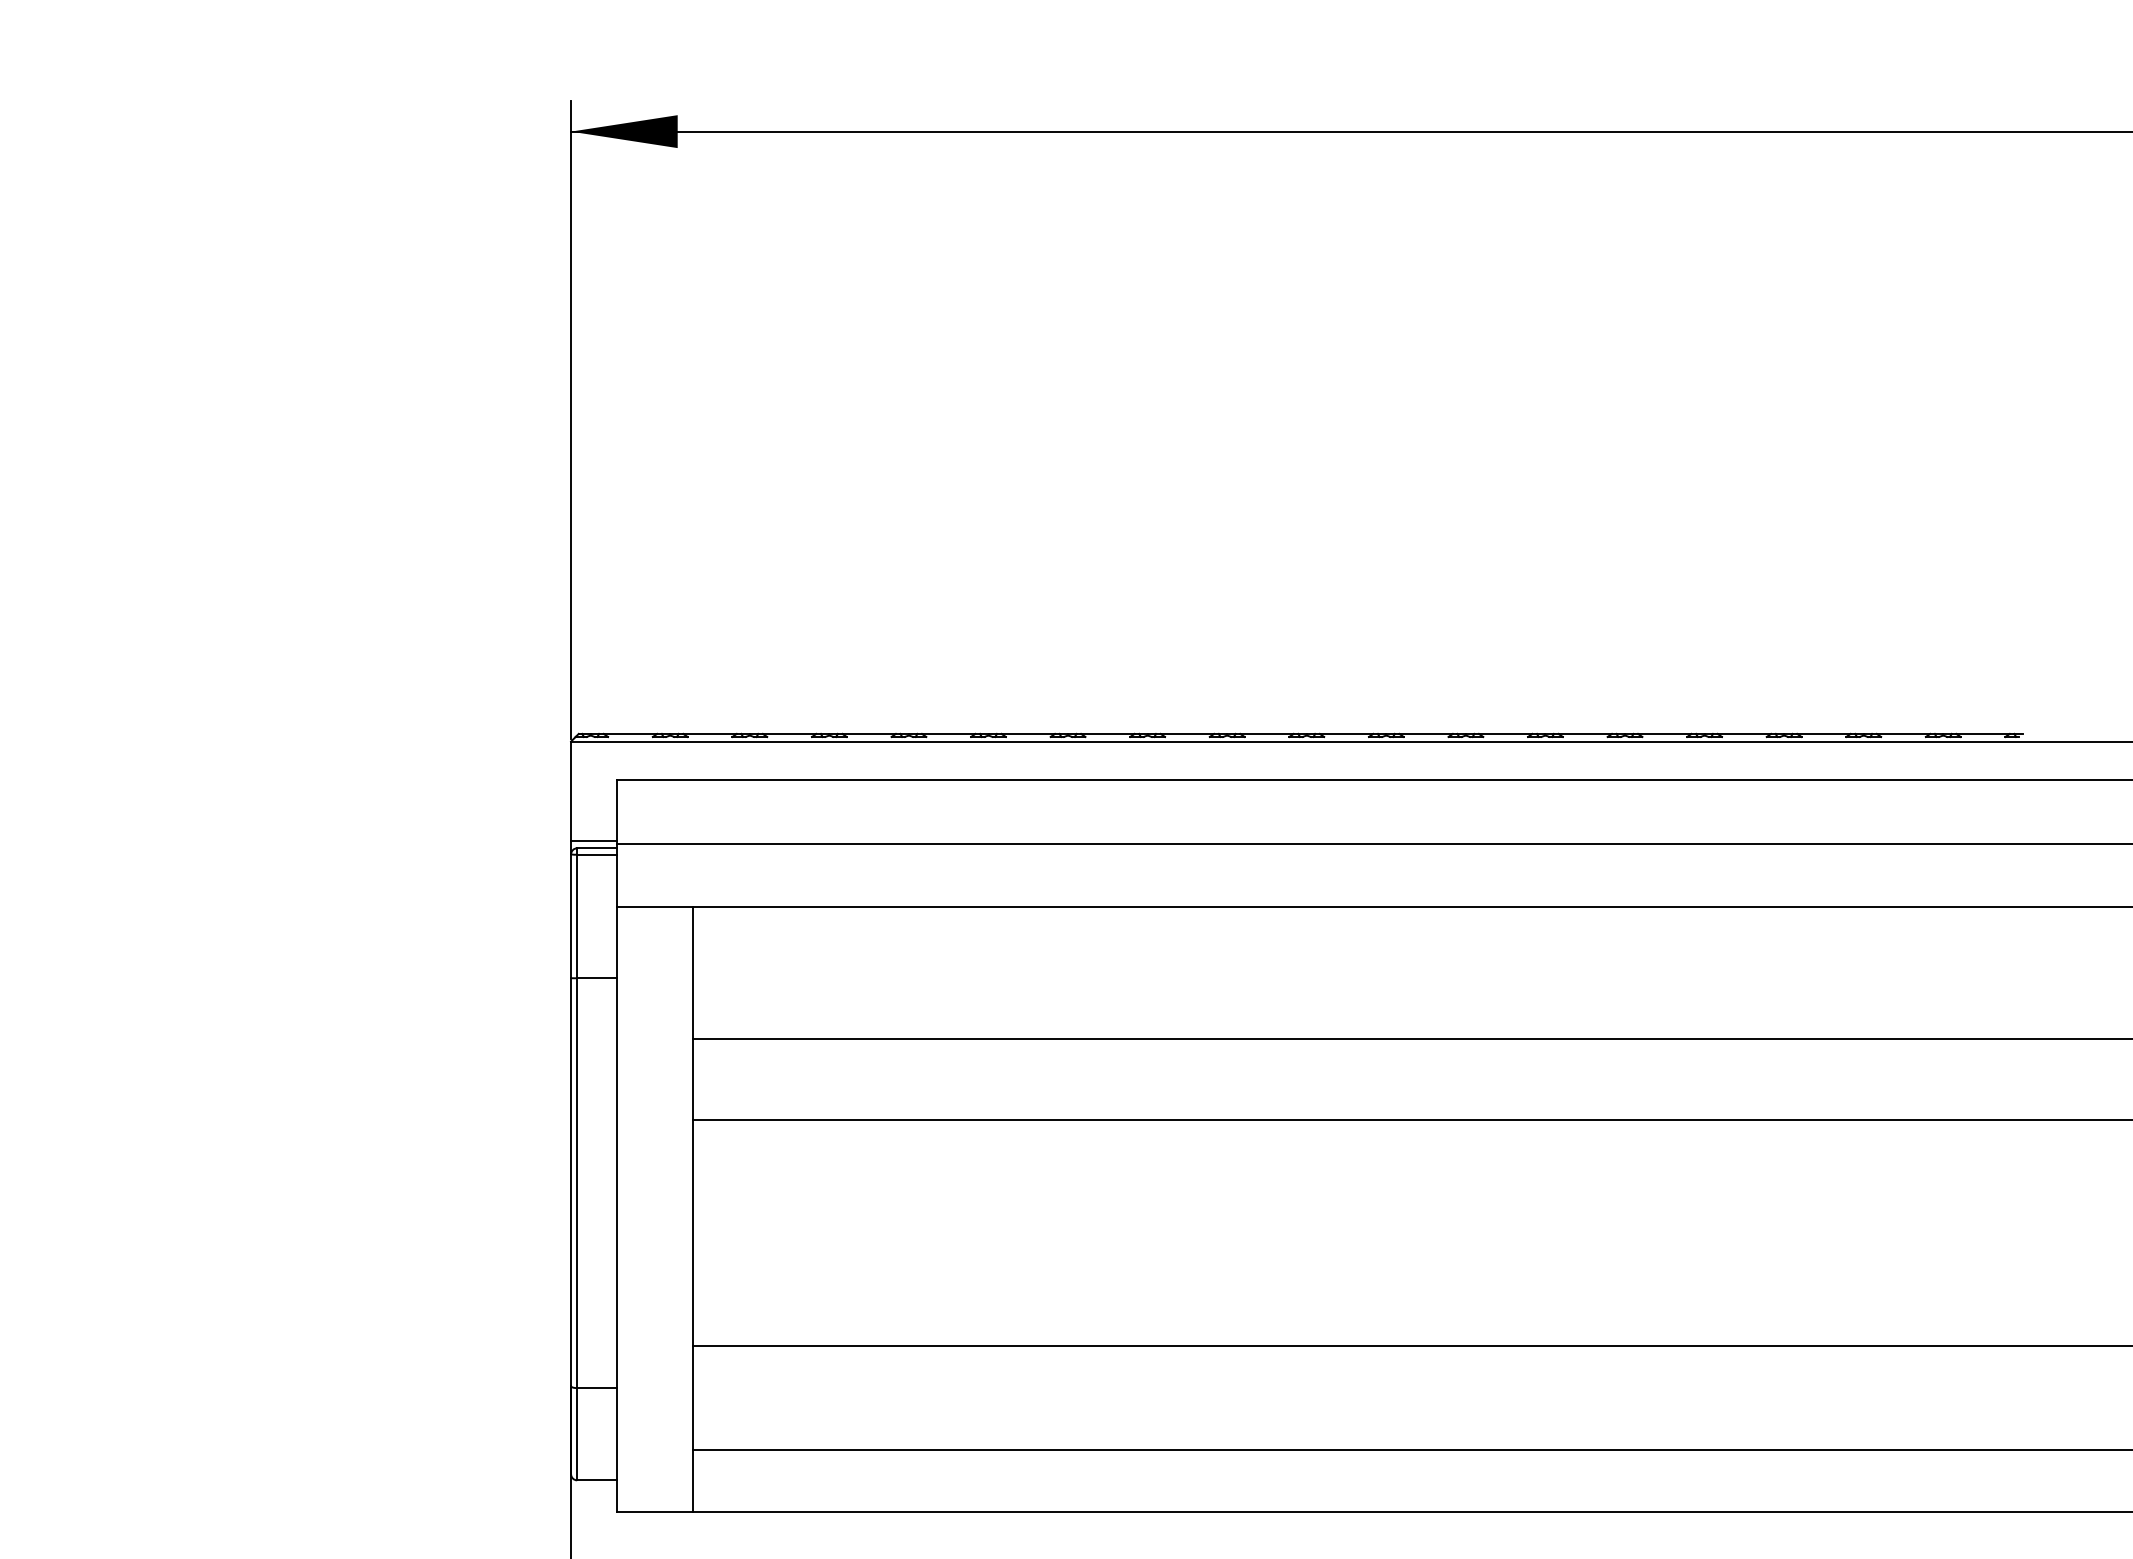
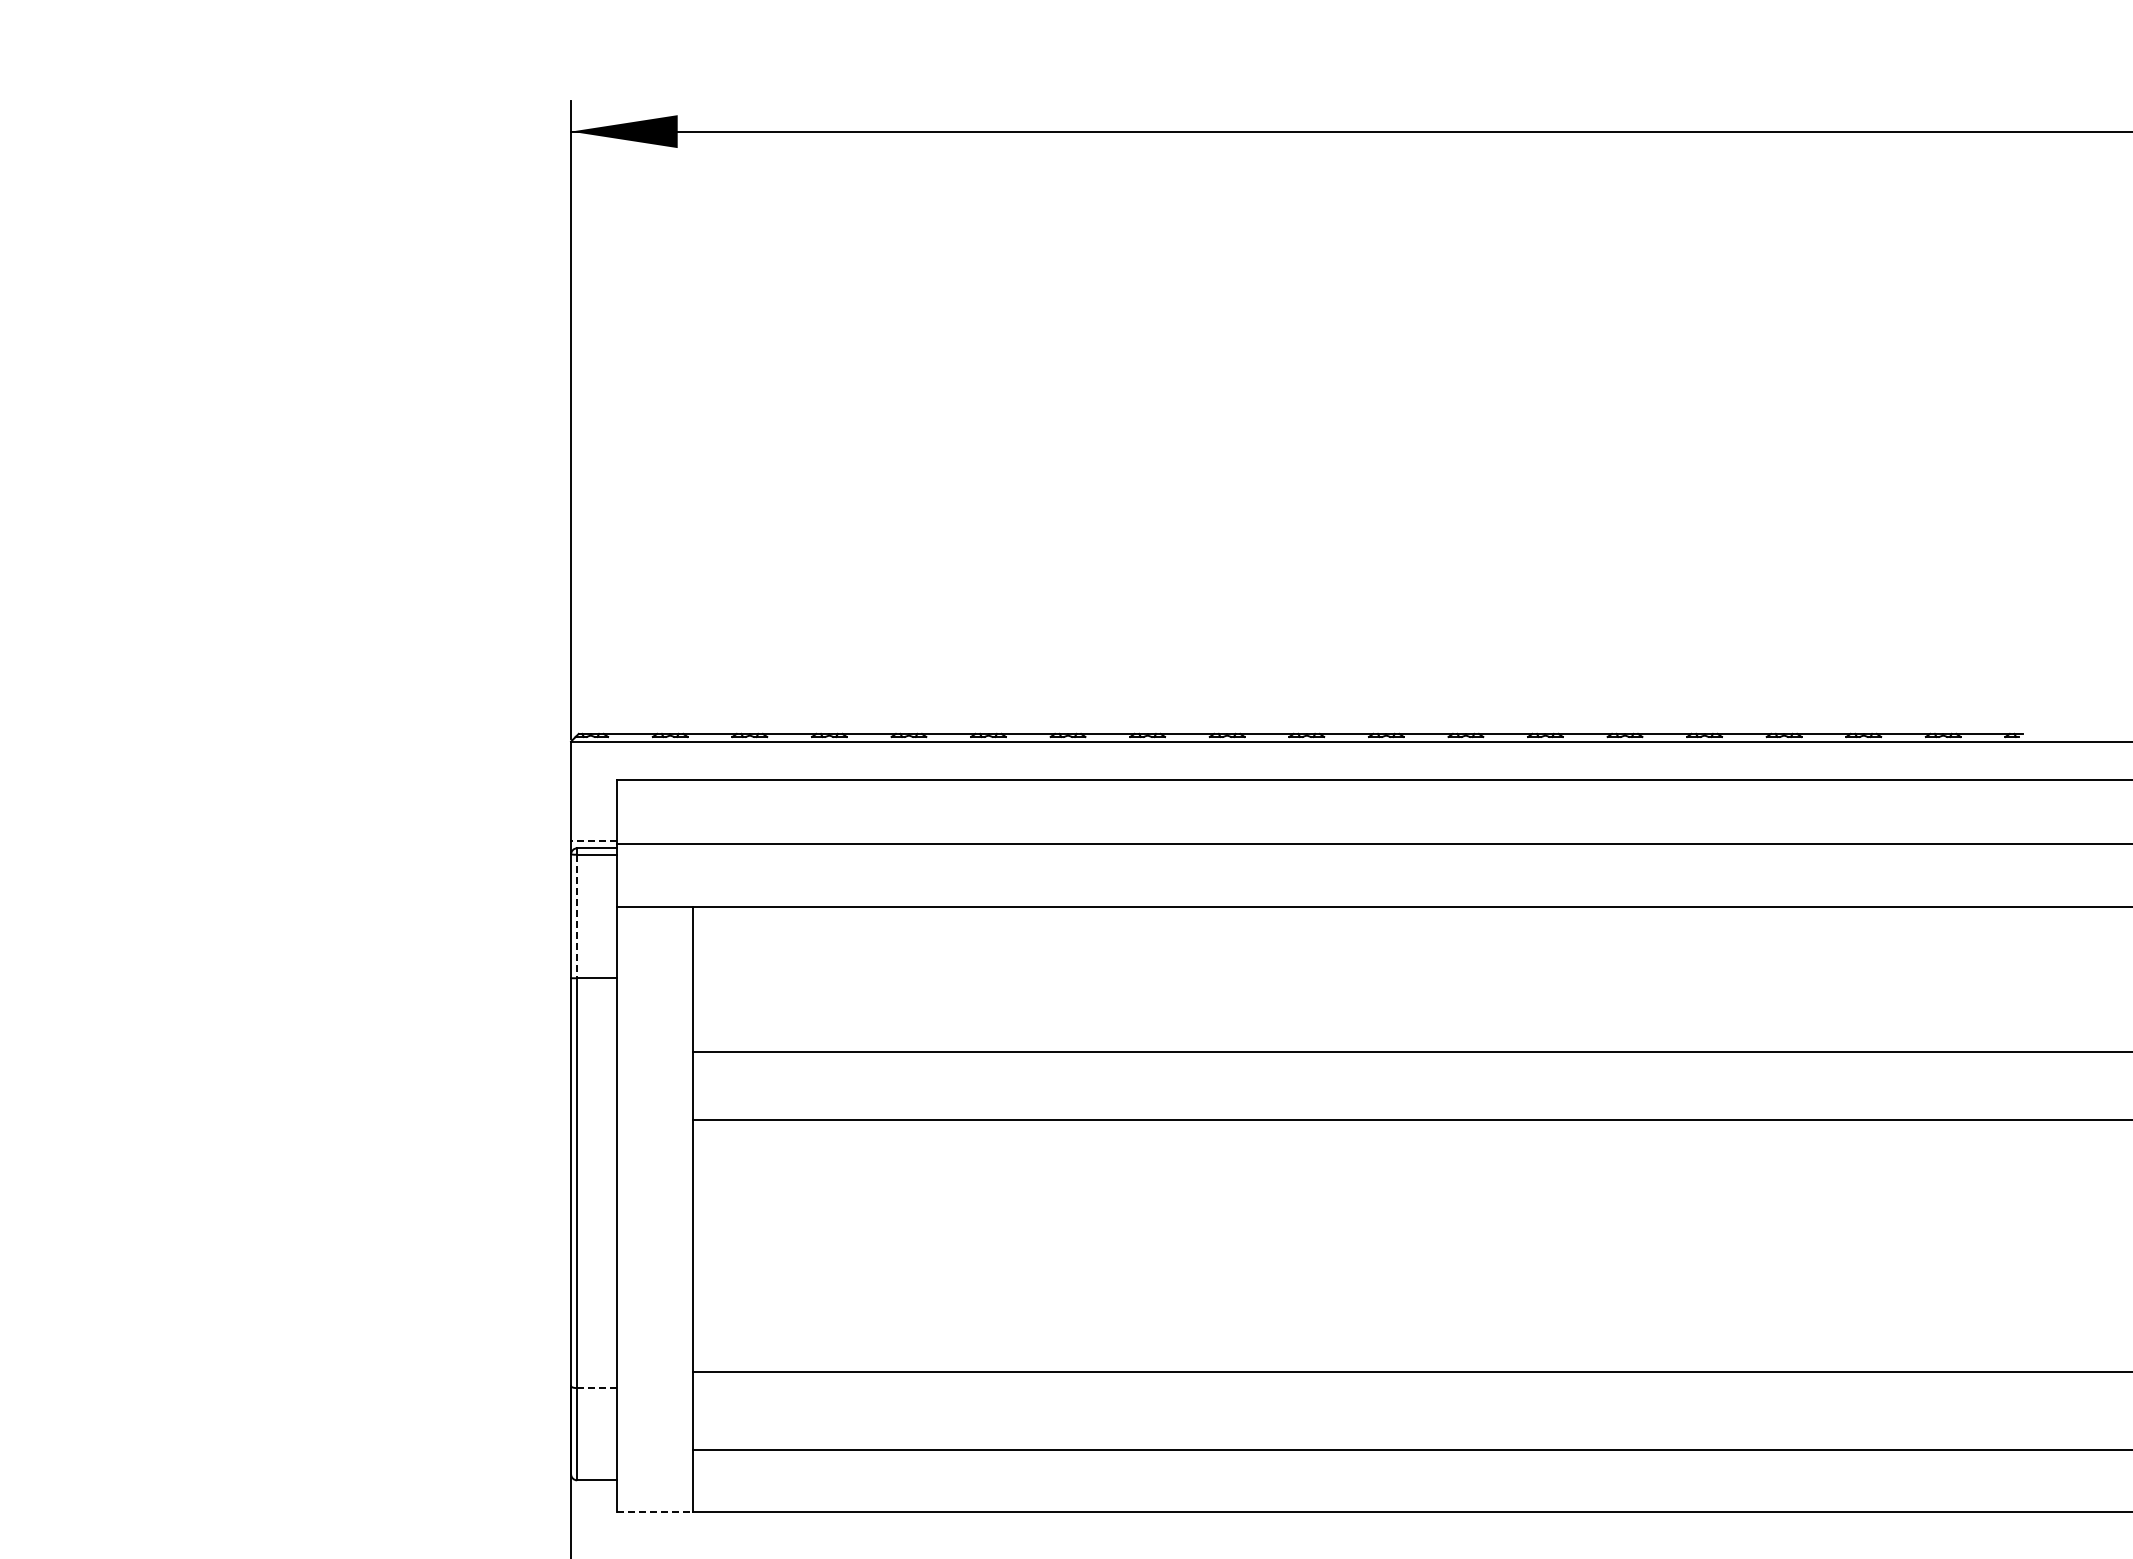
line at (593, 840): solid -> dashed
line at (577, 916): solid -> dashed
line at (1411, 1038) position: (1411, 1038) -> (1411, 1051)
line at (1411, 1346) position: (1411, 1346) -> (1411, 1372)
line at (597, 1388): solid -> dashed
line at (655, 1512): solid -> dashed
